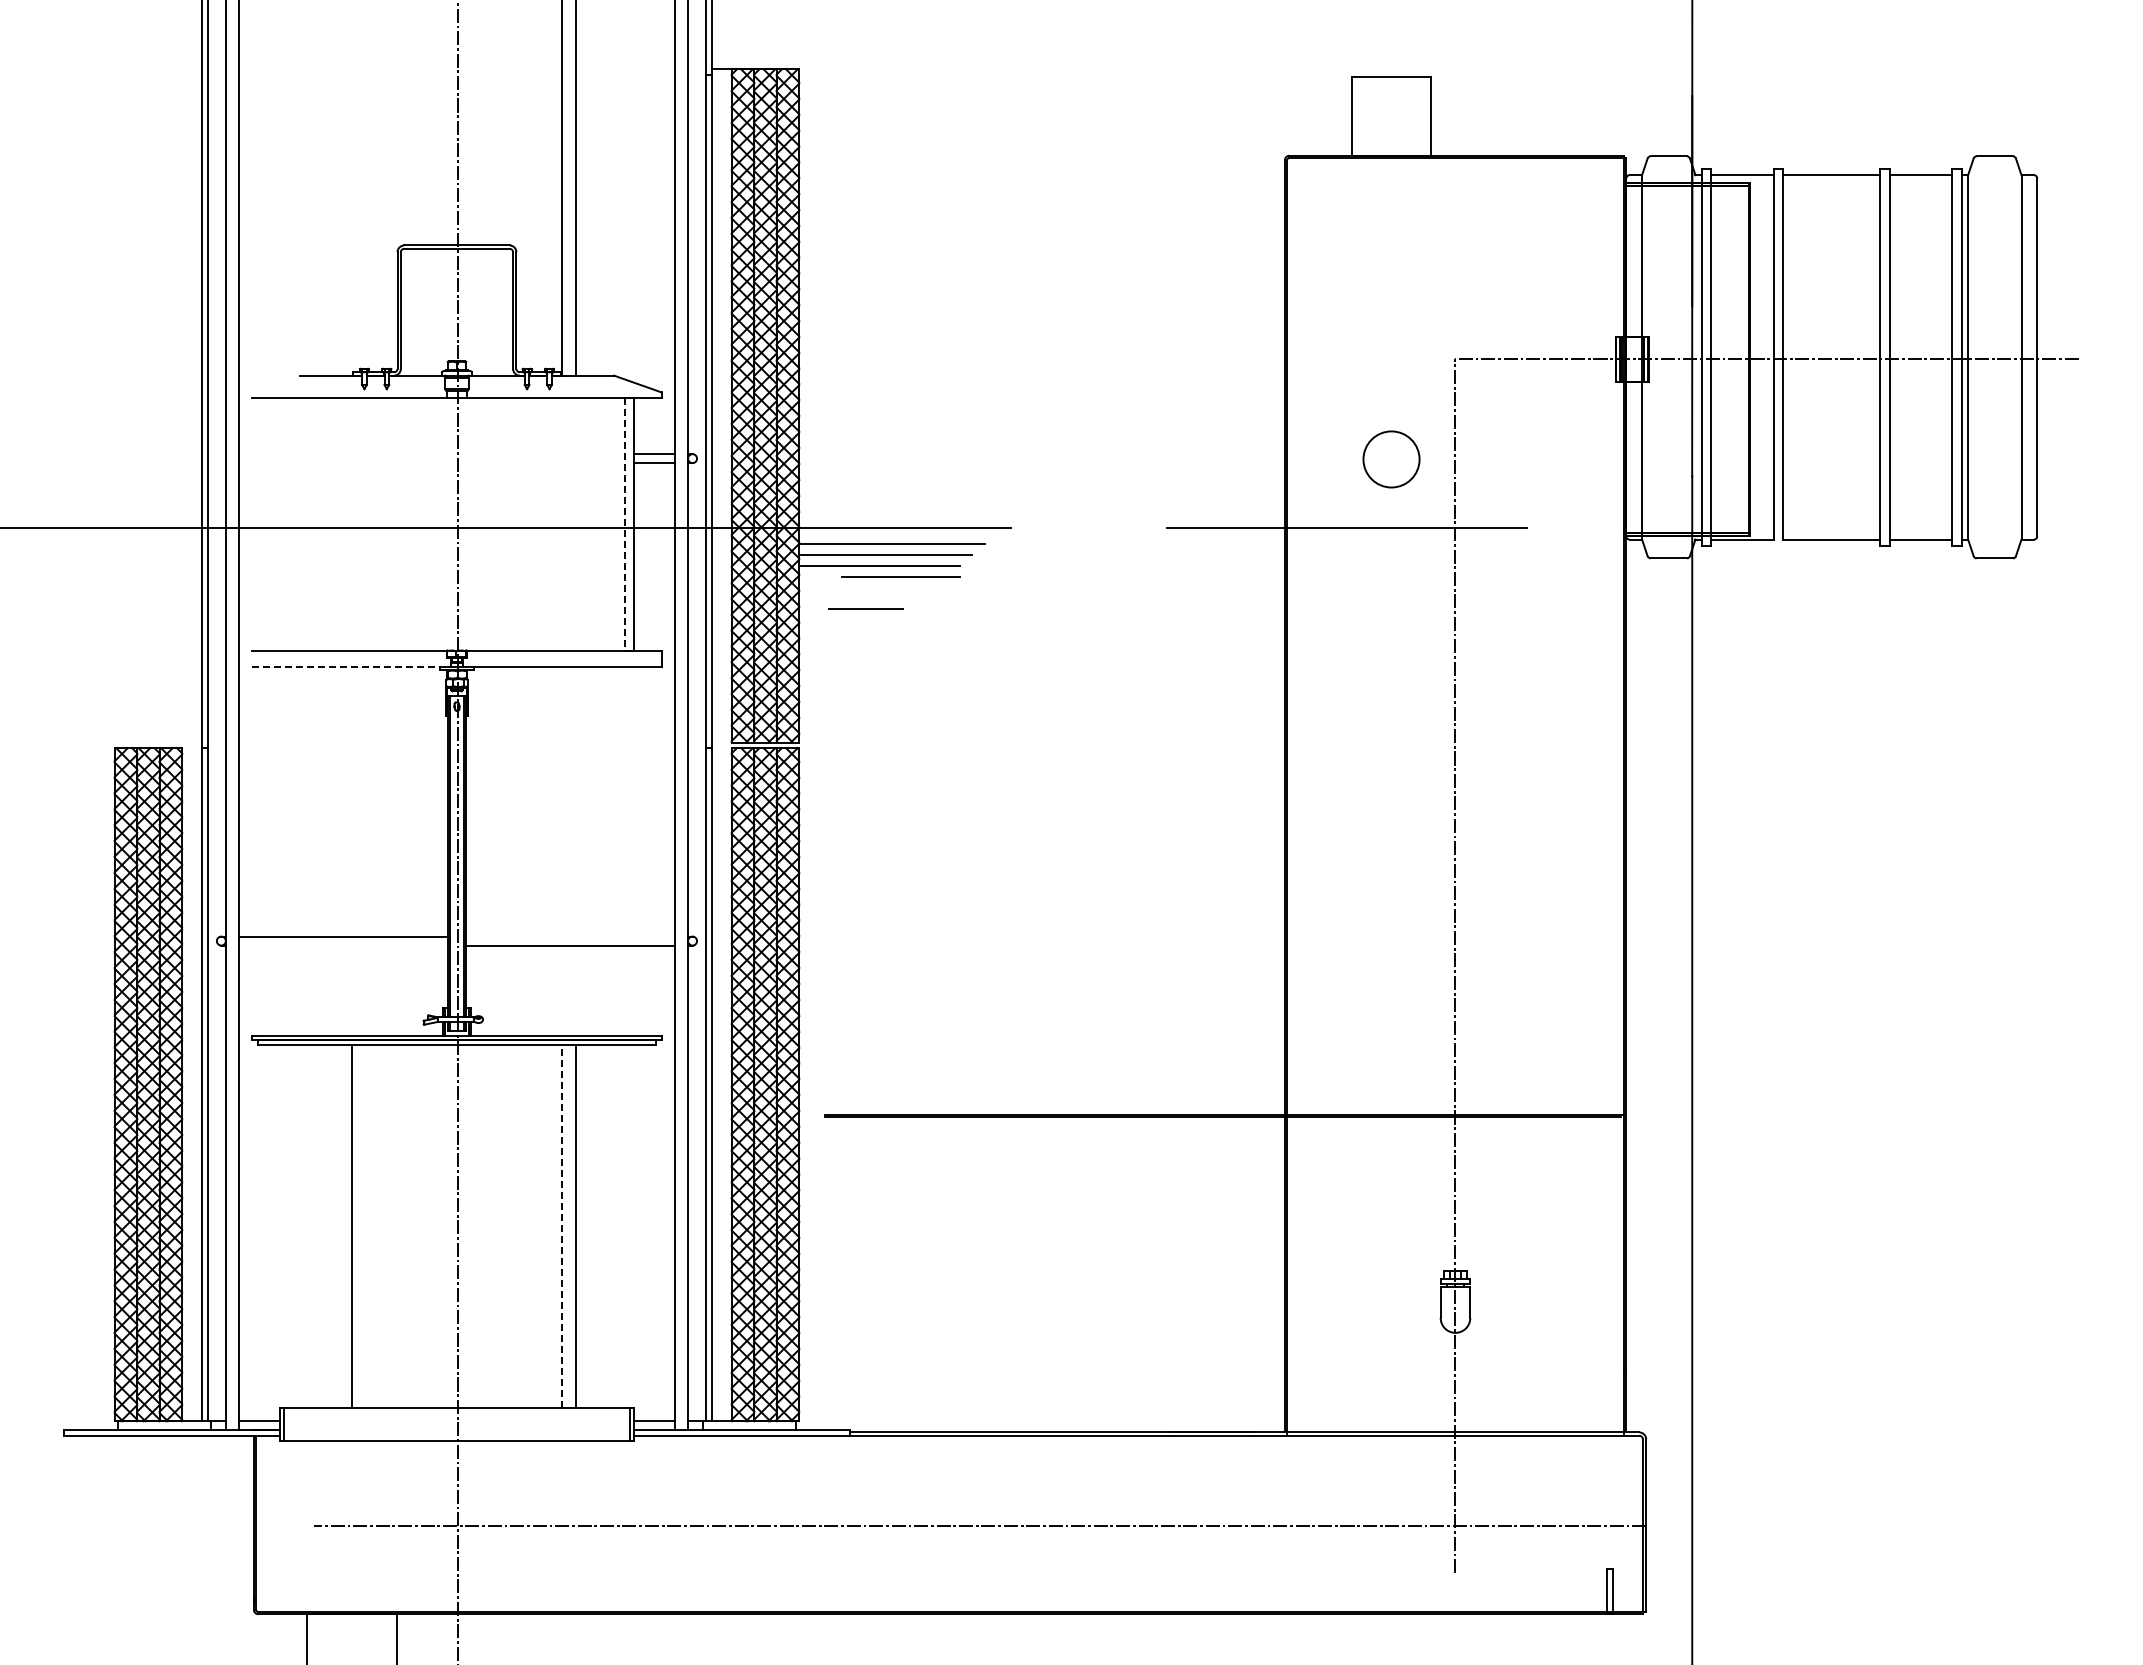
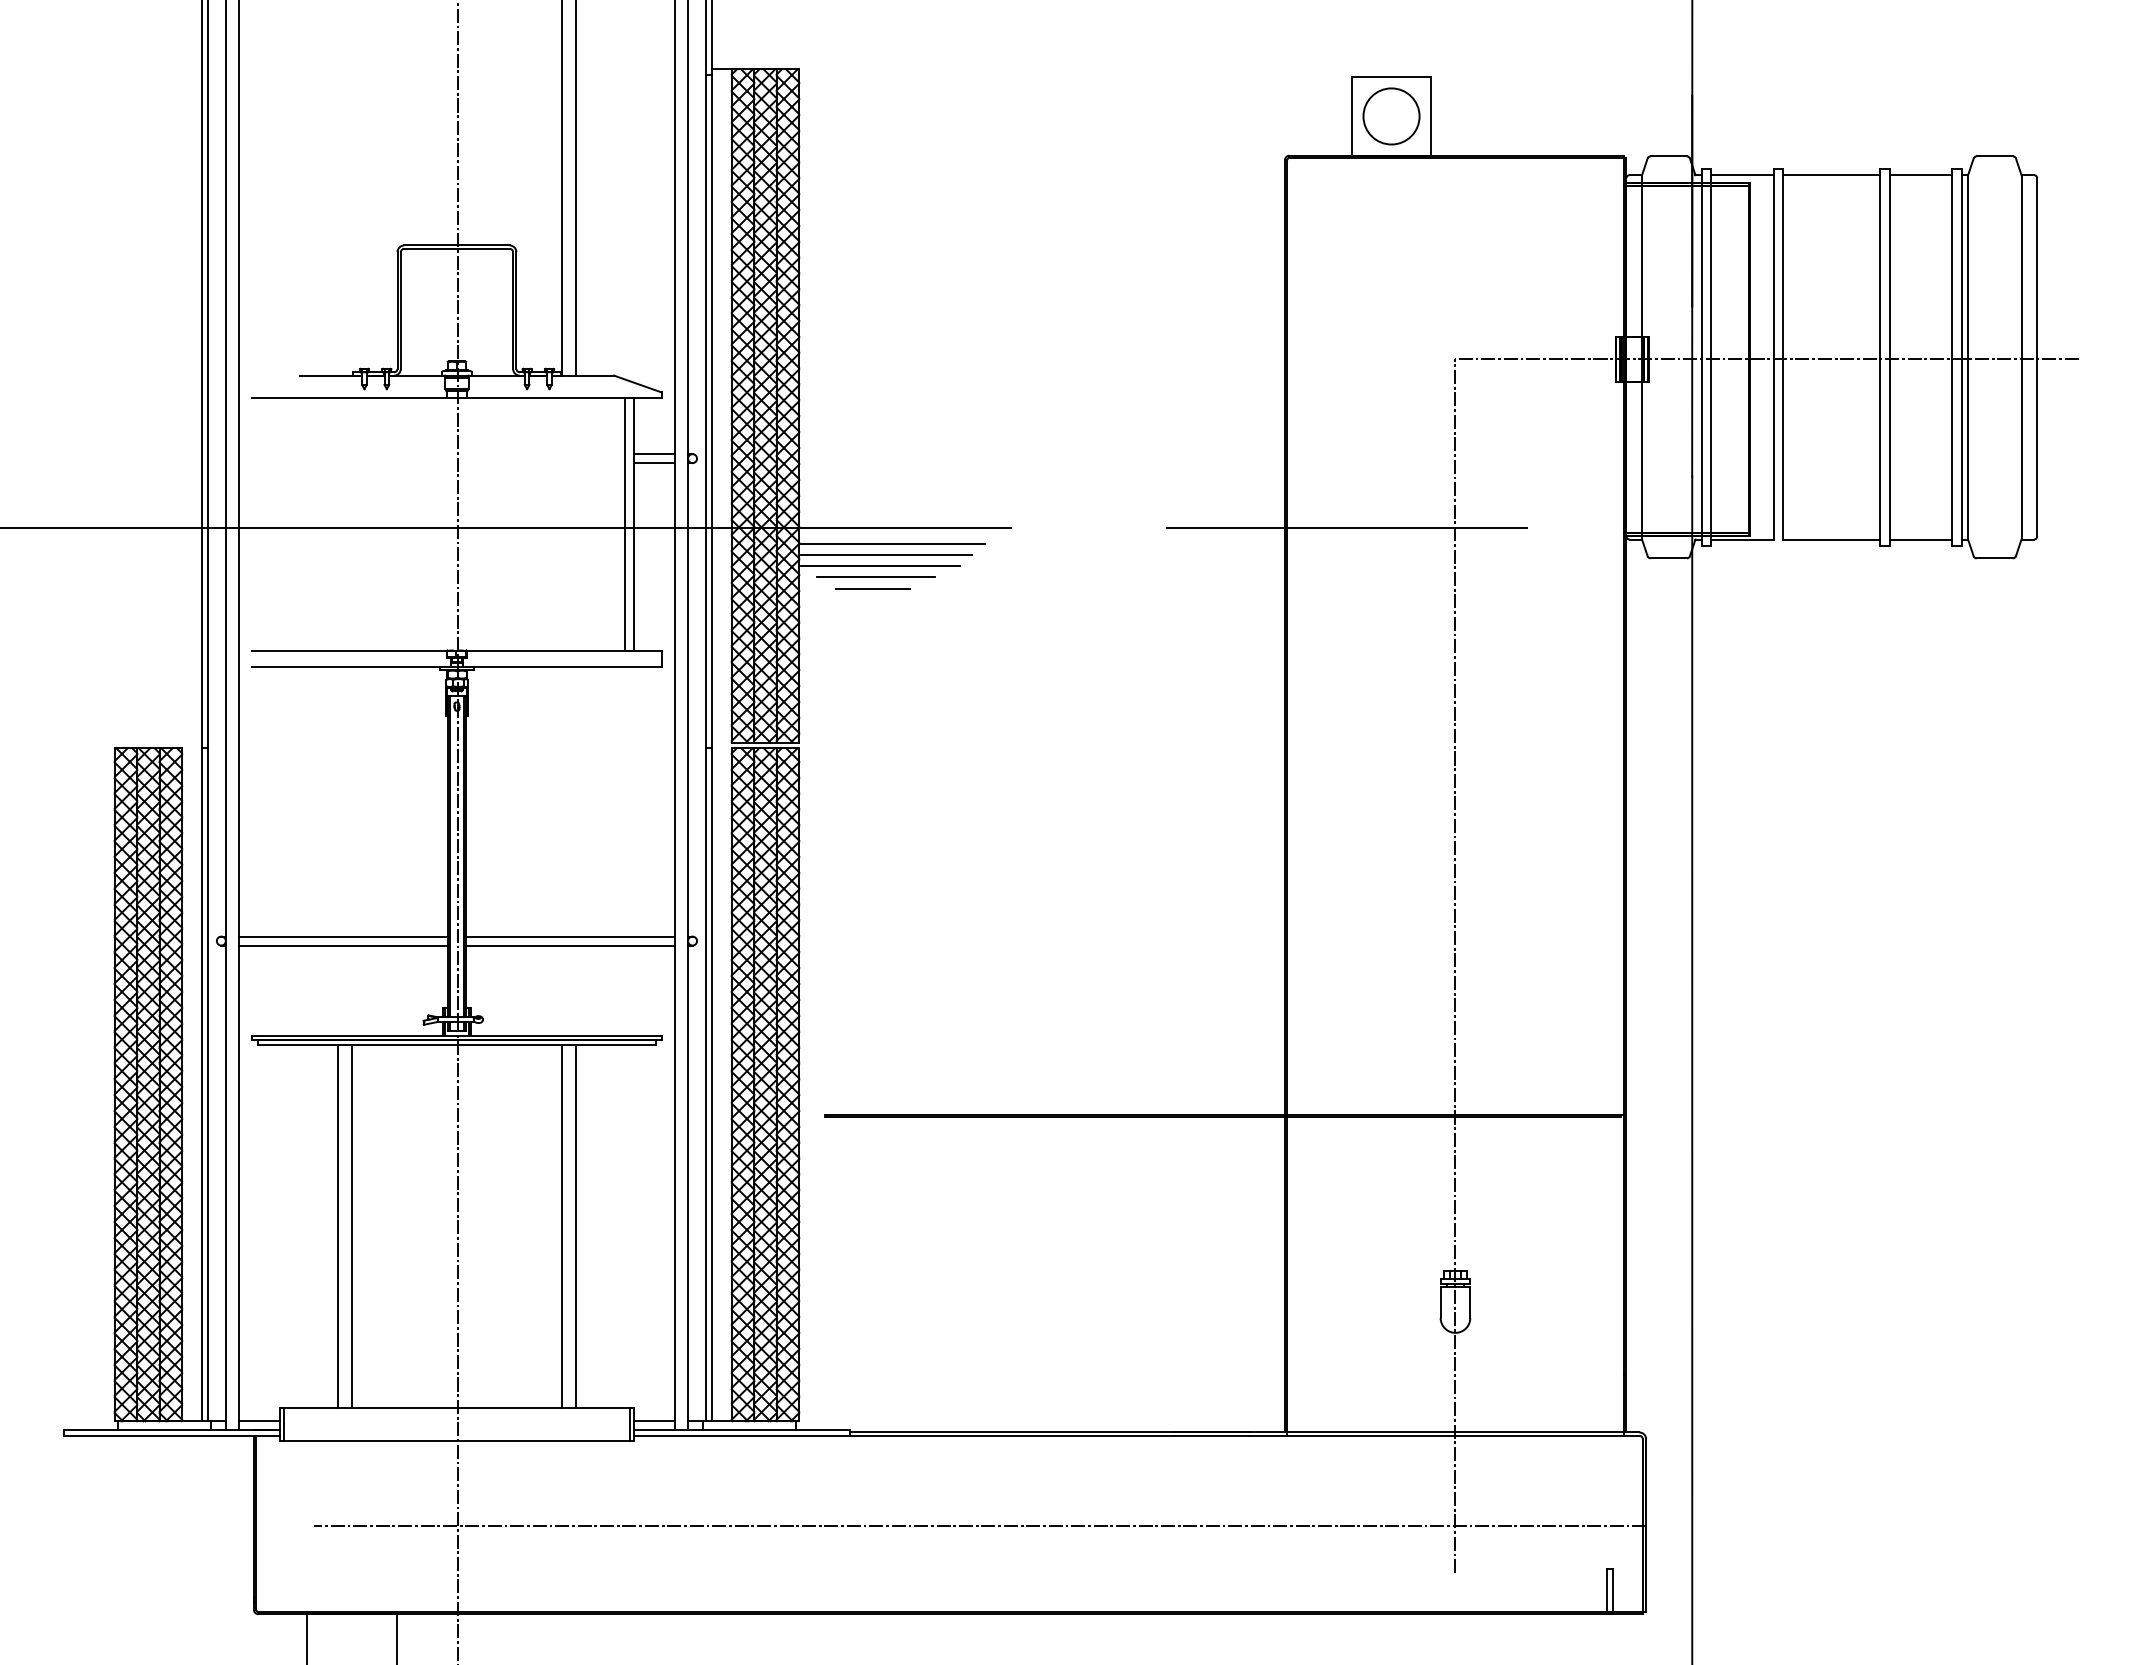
circle at (1391, 459) position: (1391, 459) -> (1391, 116)
line at (625, 524): dashed -> solid
line at (900, 576) position: (900, 576) -> (875, 576)
line at (865, 608) position: (865, 608) -> (872, 588)
line at (346, 667): dashed -> solid
line at (569, 936): none -> present
line at (343, 945): none -> present
line at (338, 1226): none -> present
line at (562, 1226): dashed -> solid
